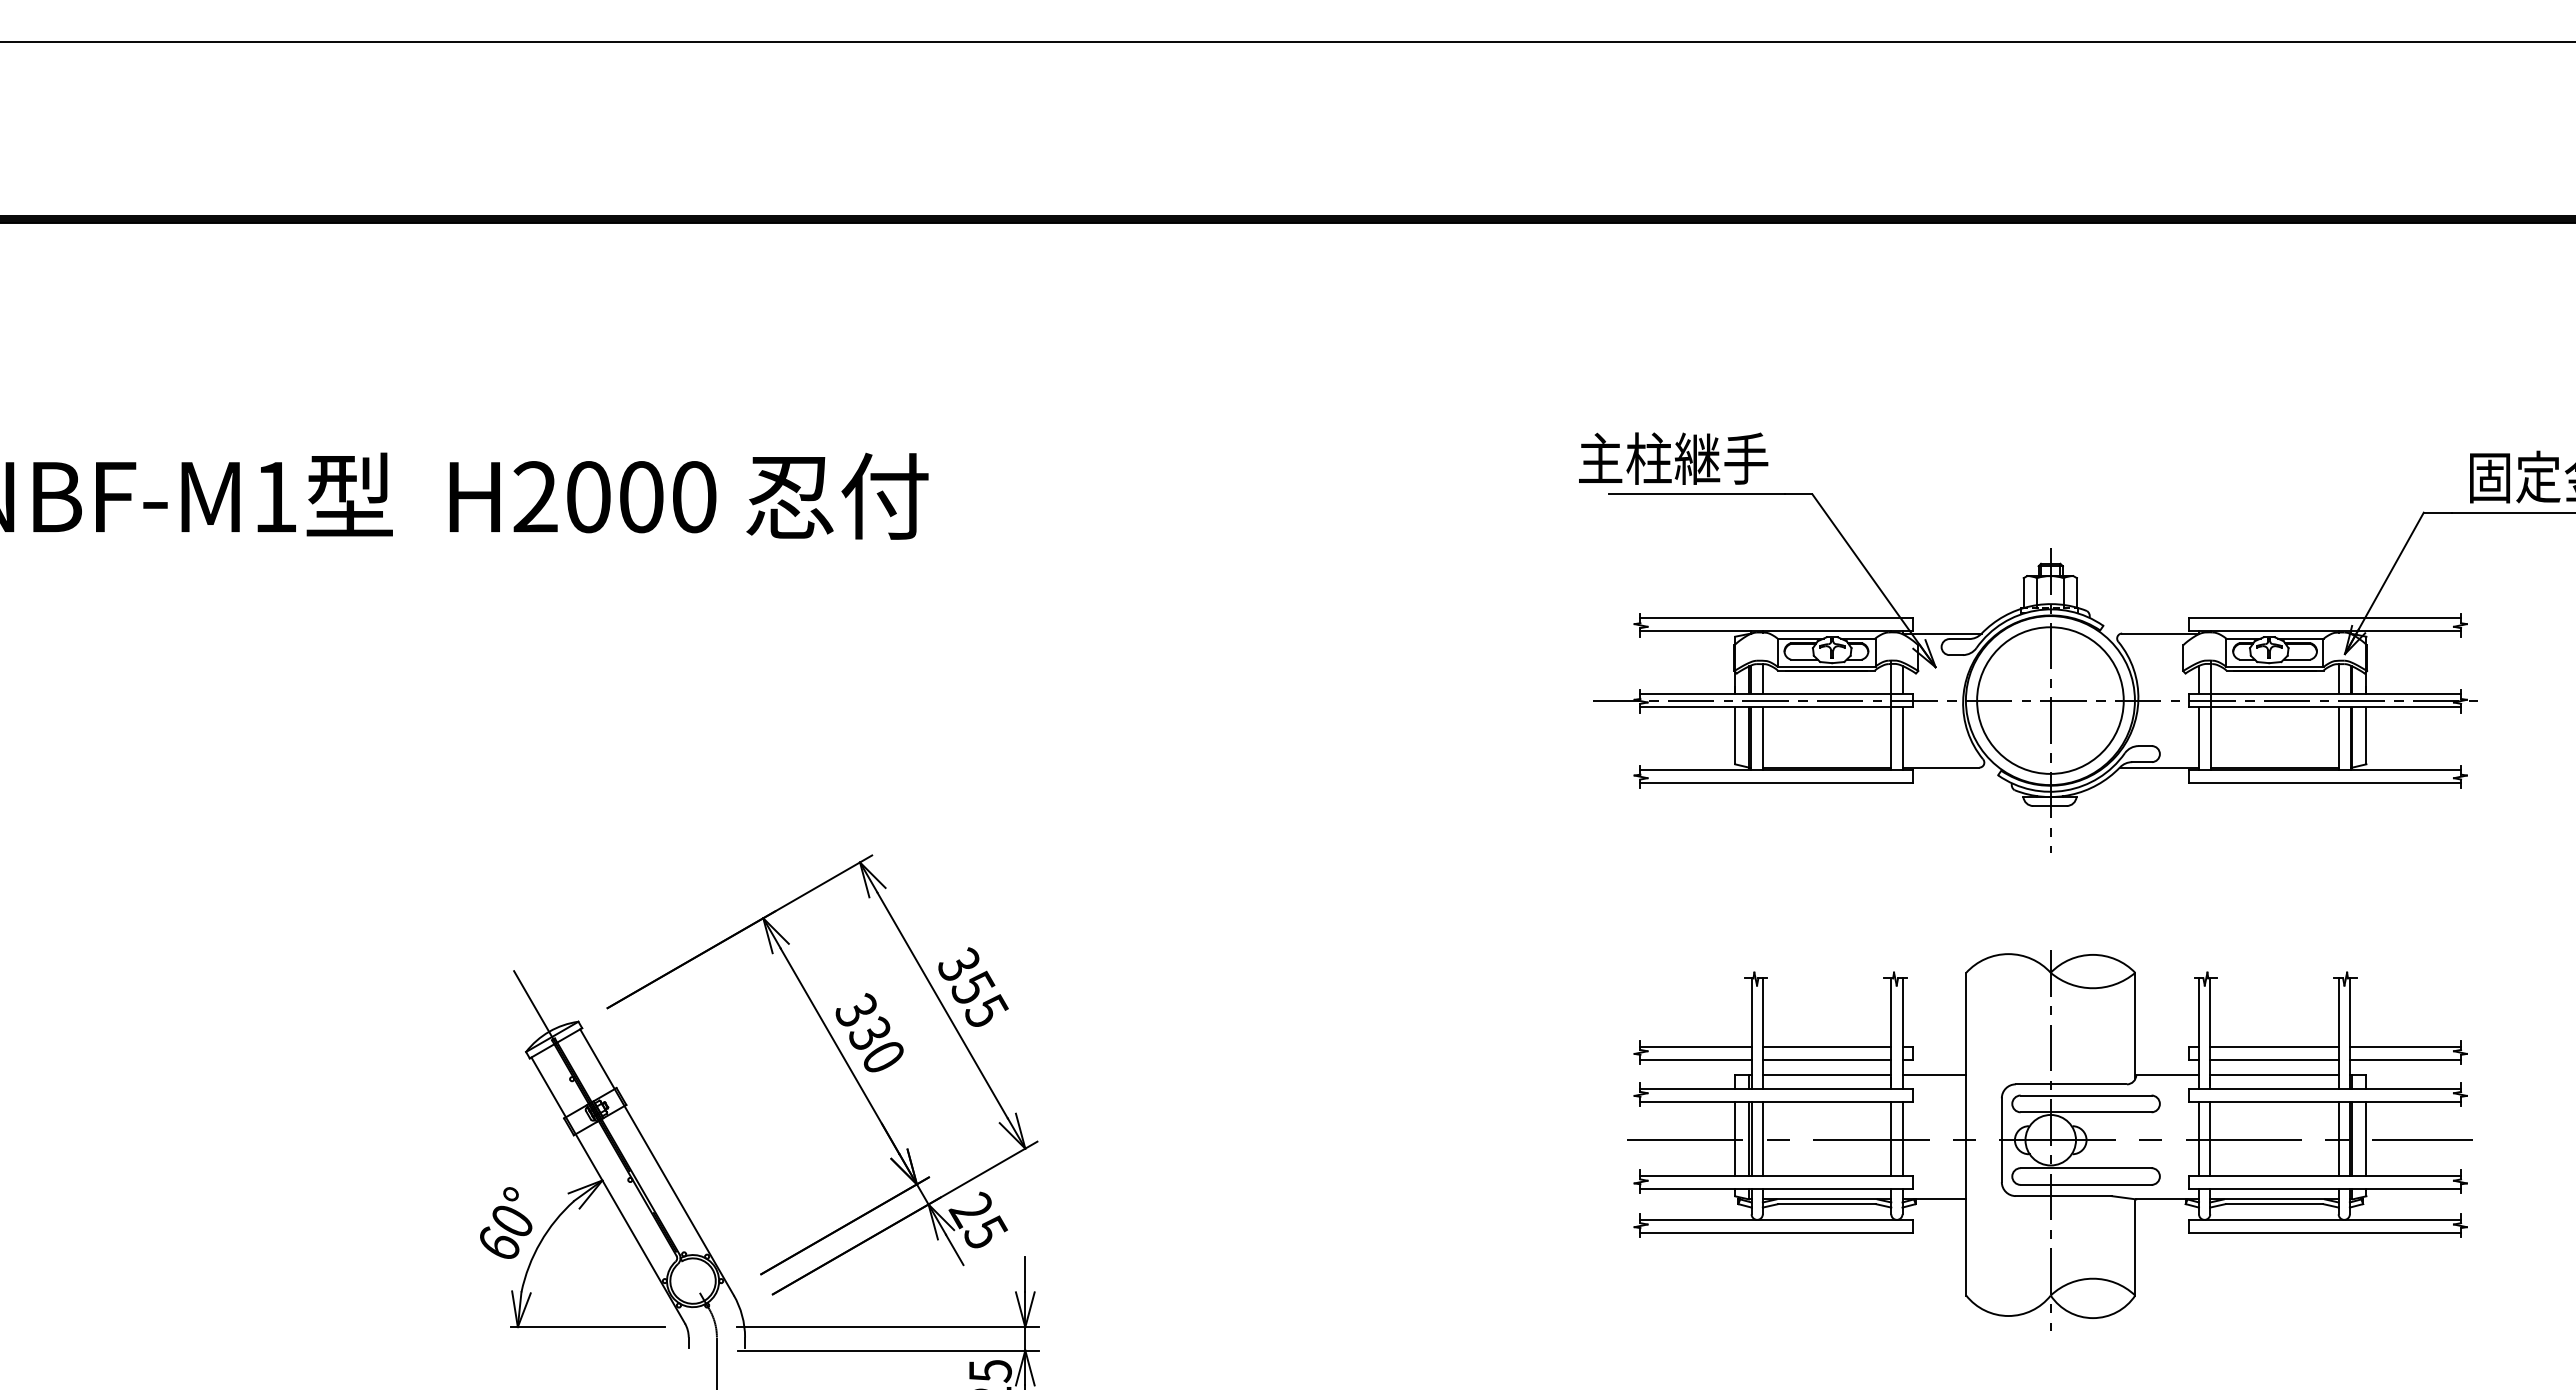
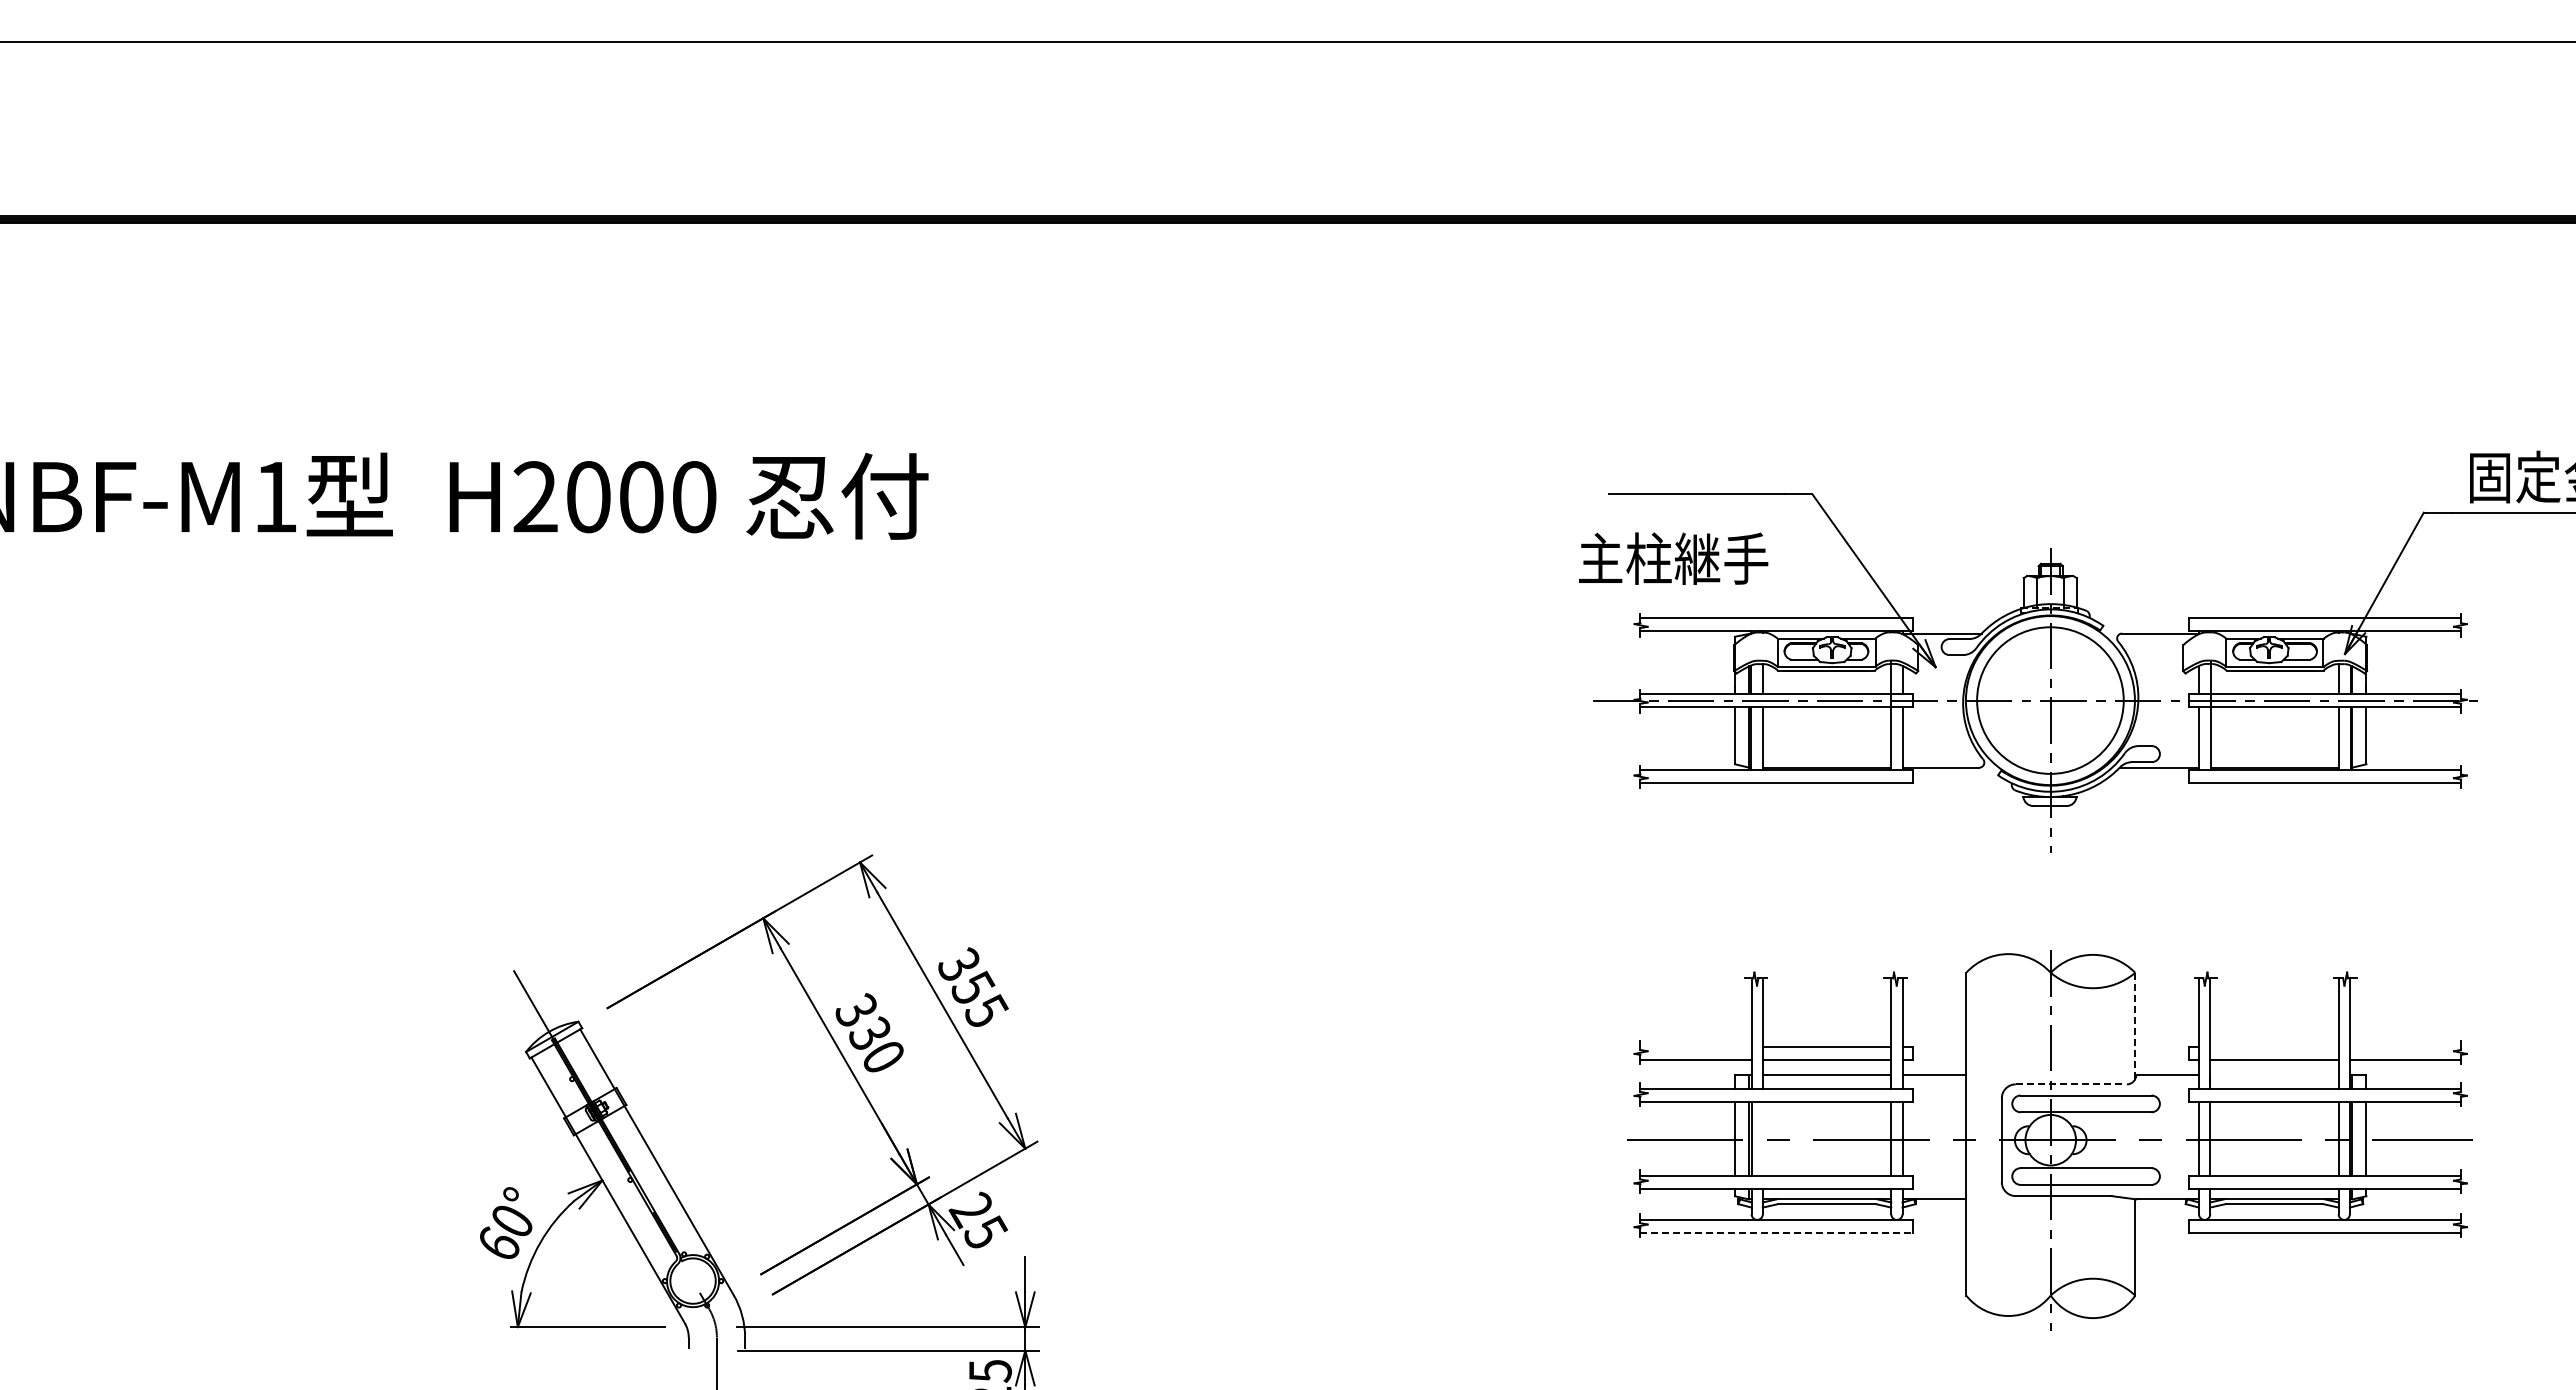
text at (1673, 458) position: (1673, 458) -> (1673, 558)
line at (2135, 1026): solid -> dashed
line at (1695, 1046): present -> none
line at (2274, 1046): present -> none
line at (2405, 1046): present -> none
line at (2274, 1075): present -> none
line at (2071, 1084): solid -> dashed
line at (1762, 1138): present -> none
line at (1776, 1232): solid -> dashed
